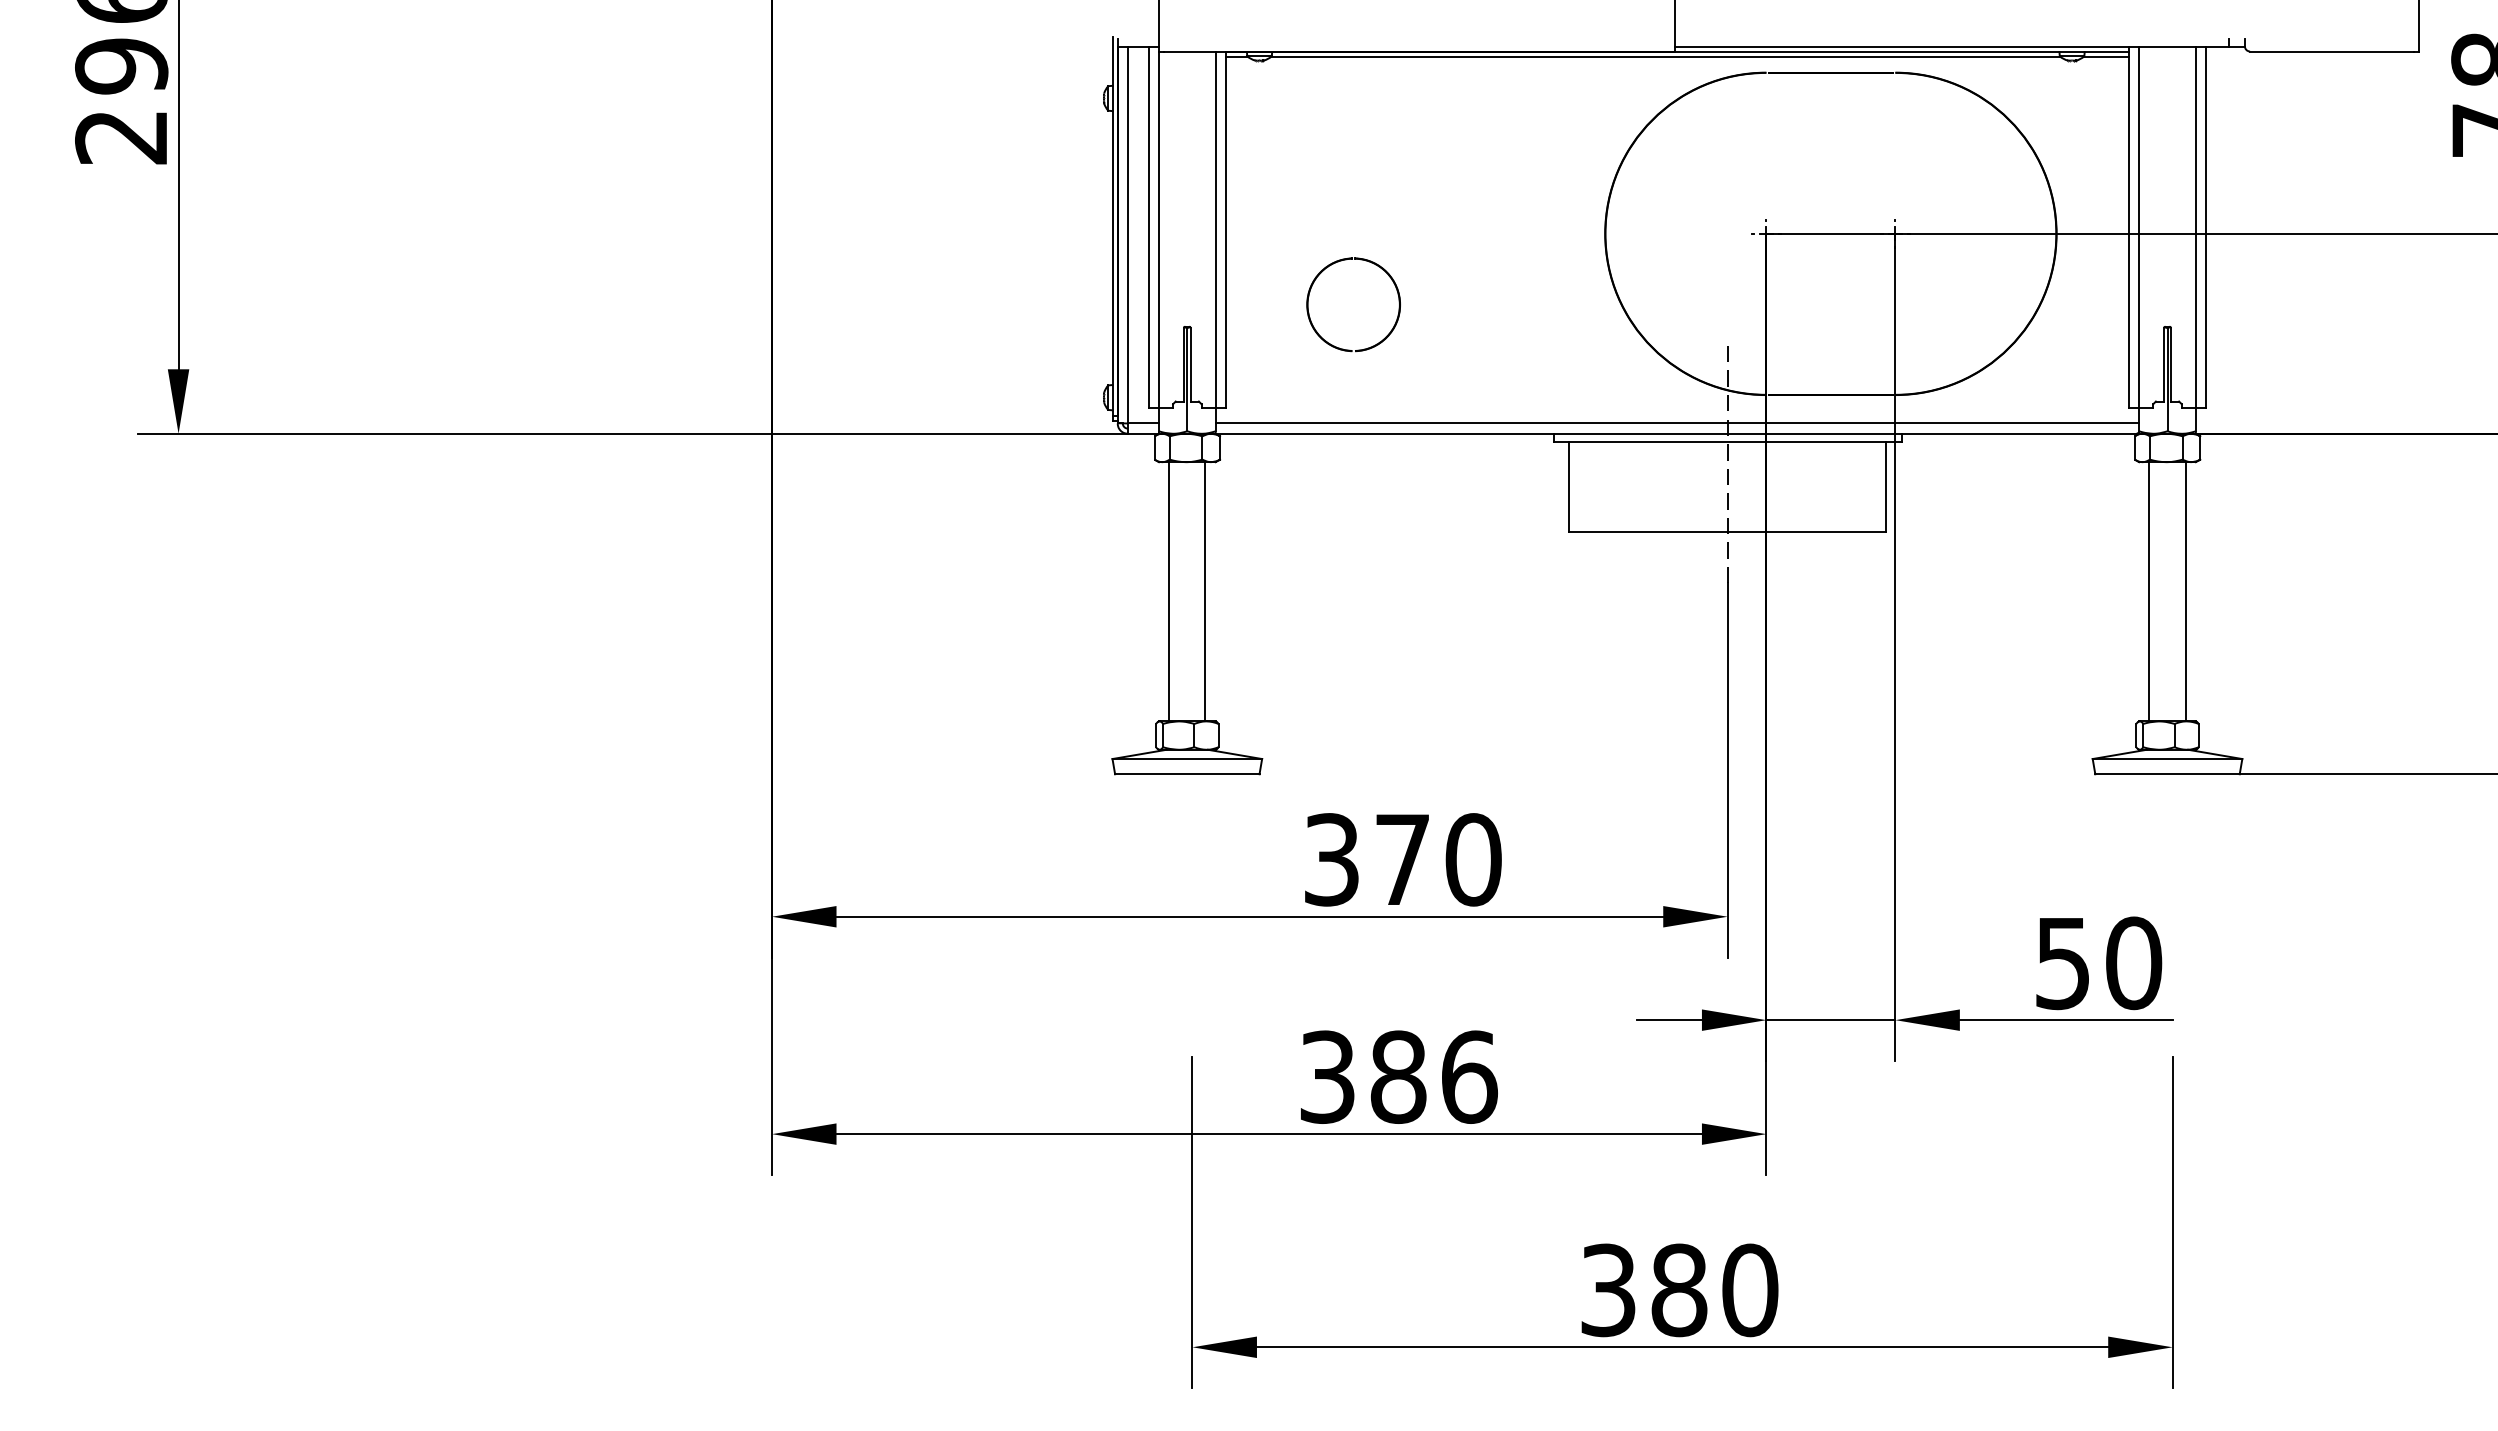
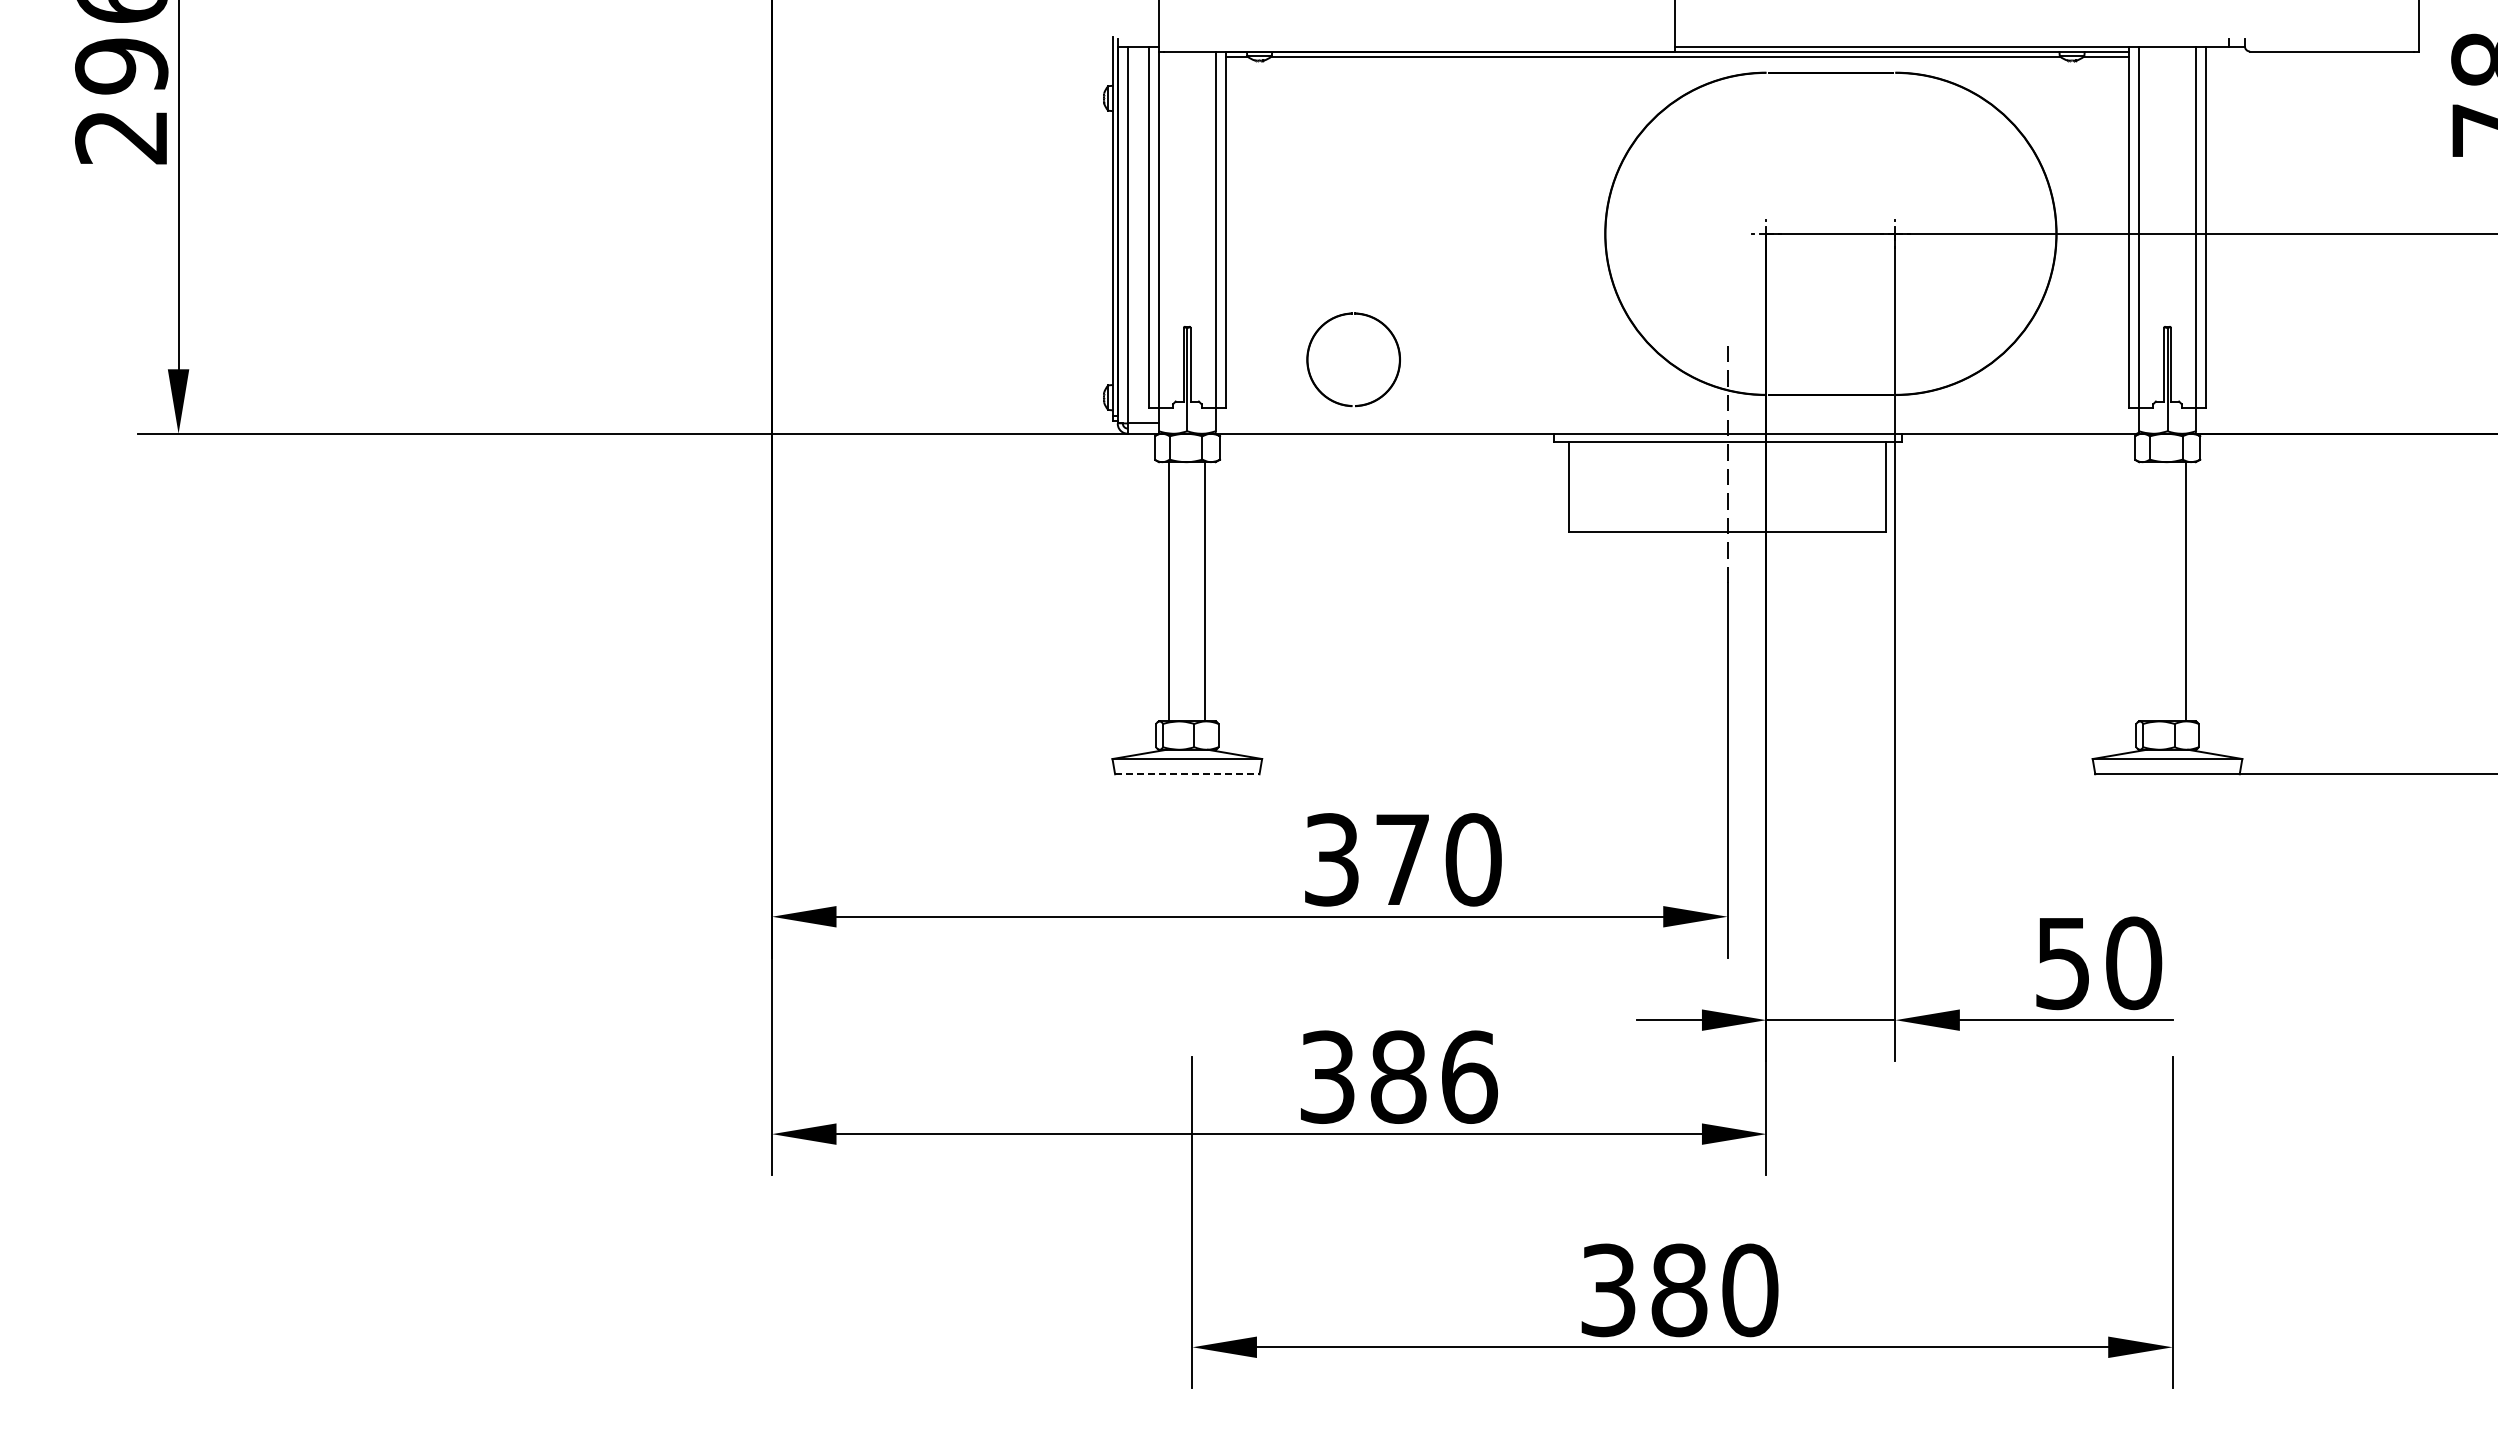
part at (1346, 260) position: (1346, 260) -> (1346, 315)
line at (1677, 423): present -> none
line at (2149, 591): present -> none
line at (1187, 774): solid -> dashed
